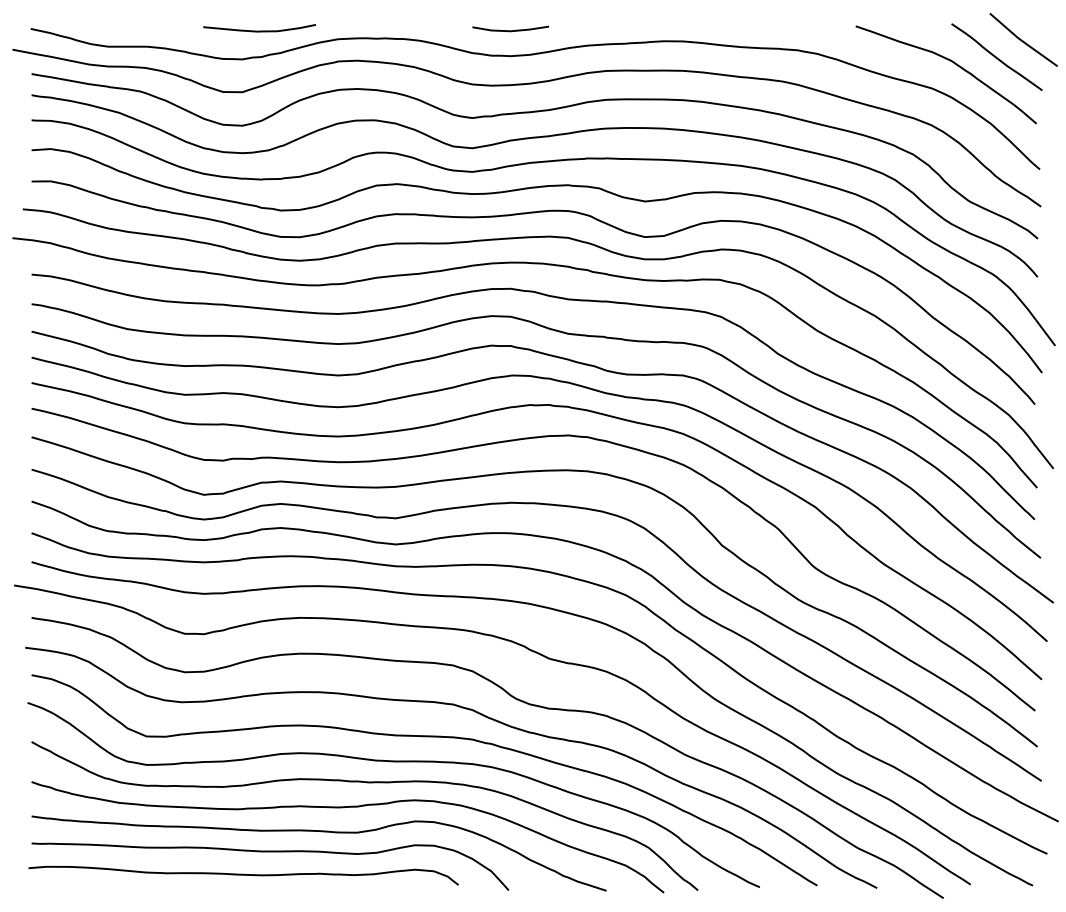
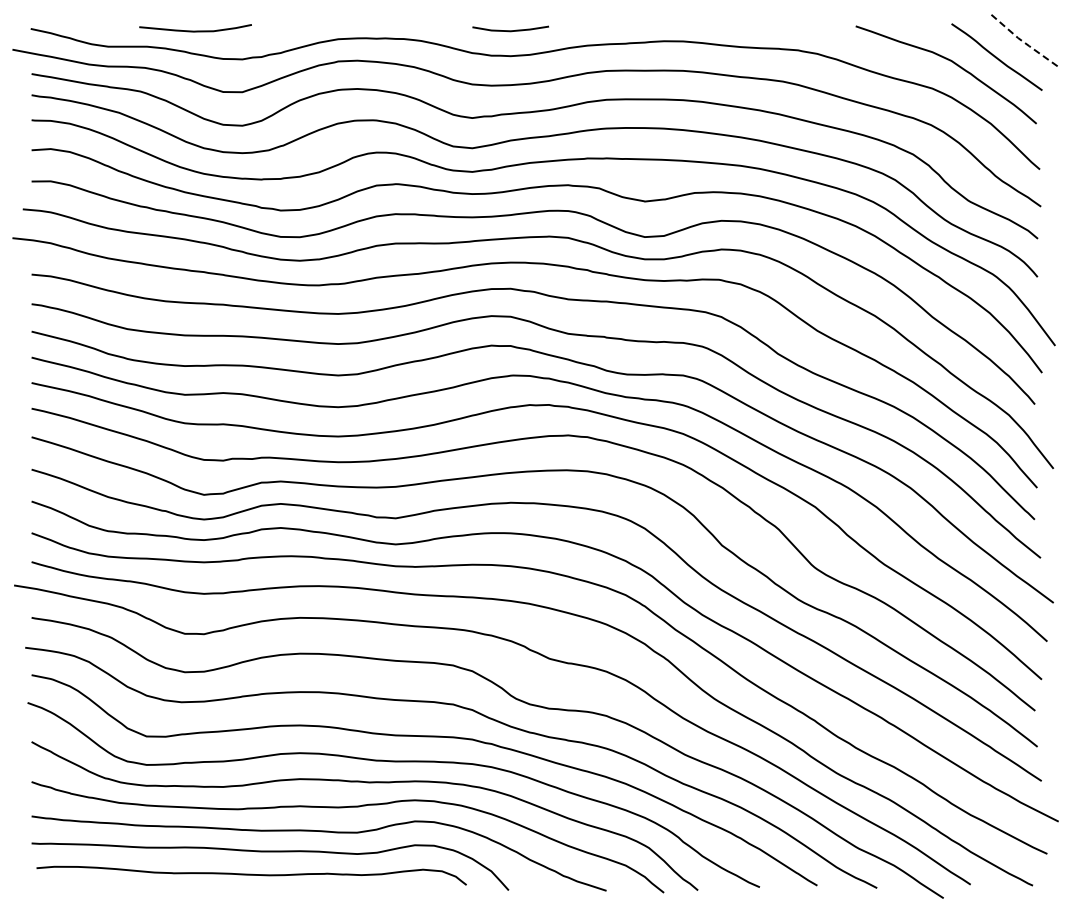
curve at (259, 30) position: (259, 30) -> (195, 30)
line at (1022, 40): solid -> dashed
curve at (243, 875) position: (243, 875) -> (251, 875)
